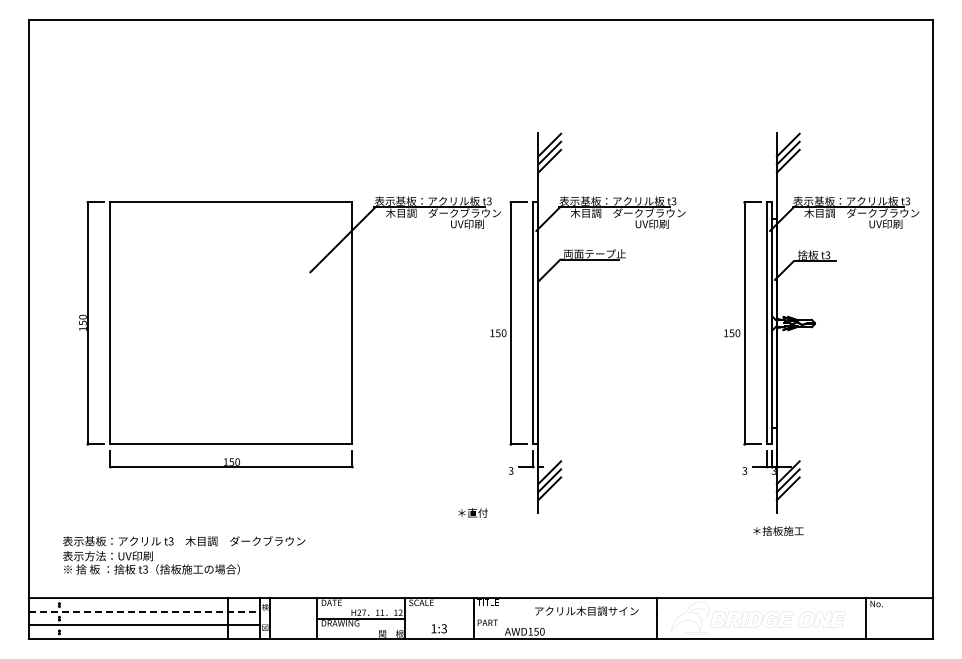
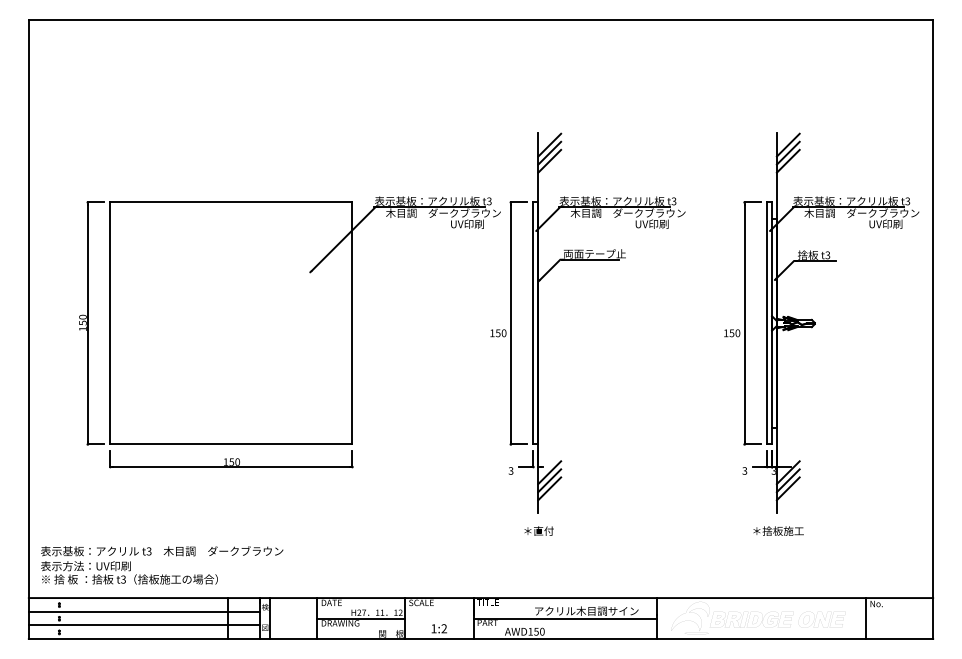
text at (472, 512) position: (472, 512) -> (538, 530)
text at (184, 555) position: (184, 555) -> (162, 565)
line at (144, 611): dashed -> solid
line at (564, 618): none -> present
text at (444, 629): 1:3 -> 1:2
